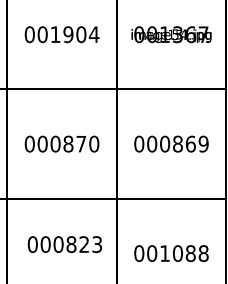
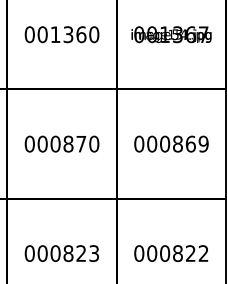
text at (81, 34): 001904 -> 001360
text at (64, 244) position: (64, 244) -> (61, 253)
text at (184, 253): 001088 -> 000822
